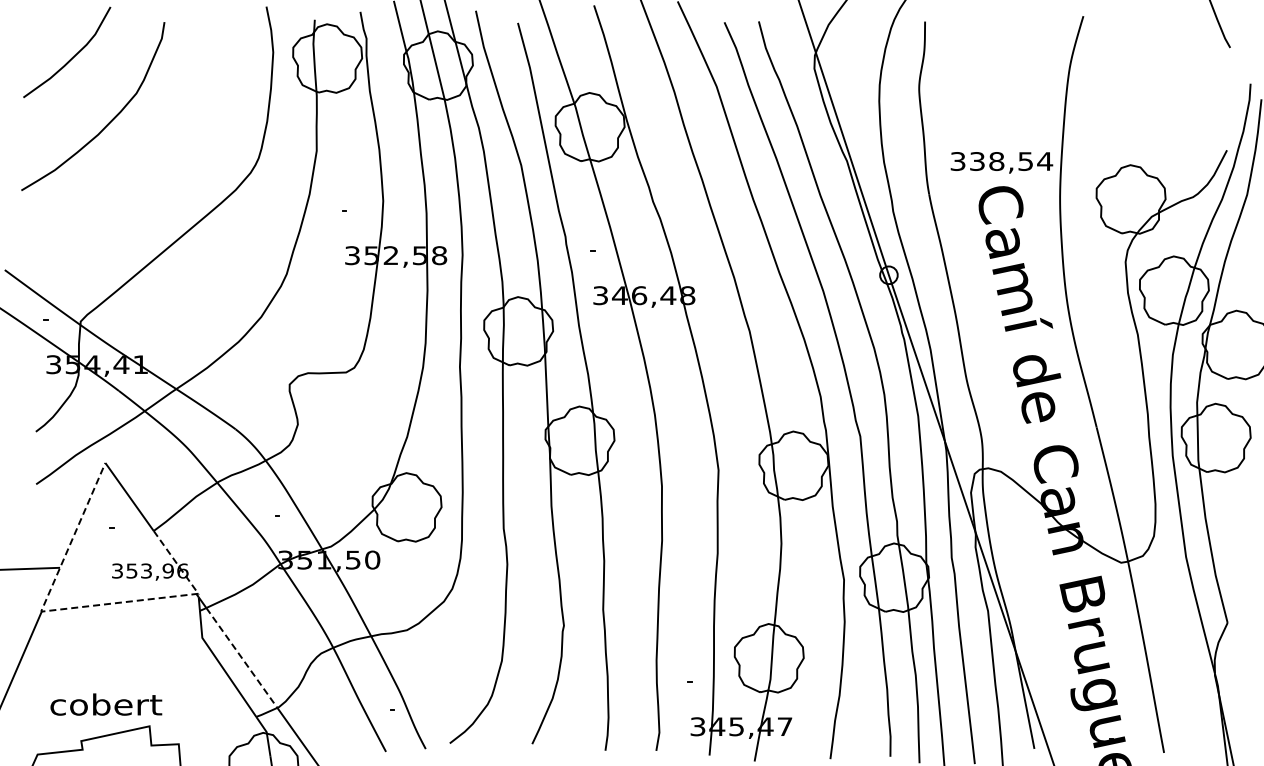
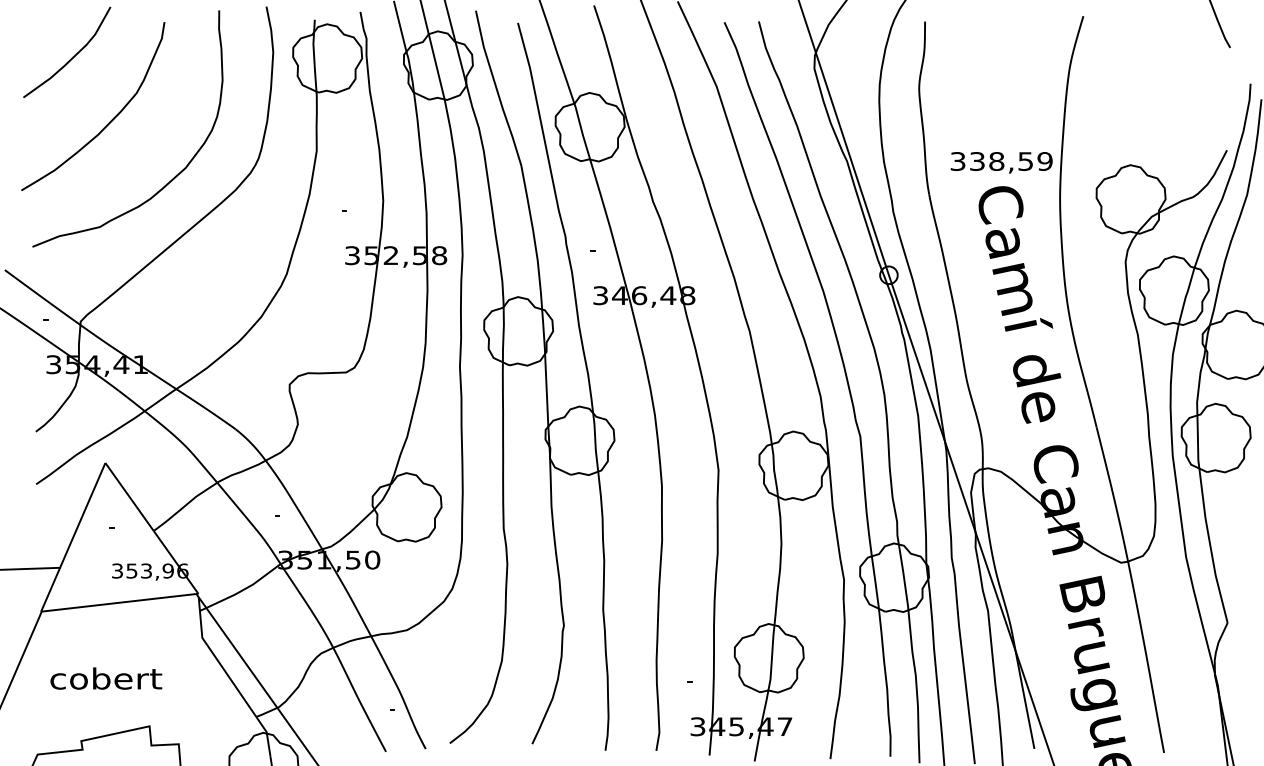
text at (1045, 161): 338,54 -> 338,59
curve at (175, 175): none -> present
line at (77, 607): dashed -> solid
line at (242, 658): dashed -> solid
text at (106, 704) position: (106, 704) -> (106, 678)
